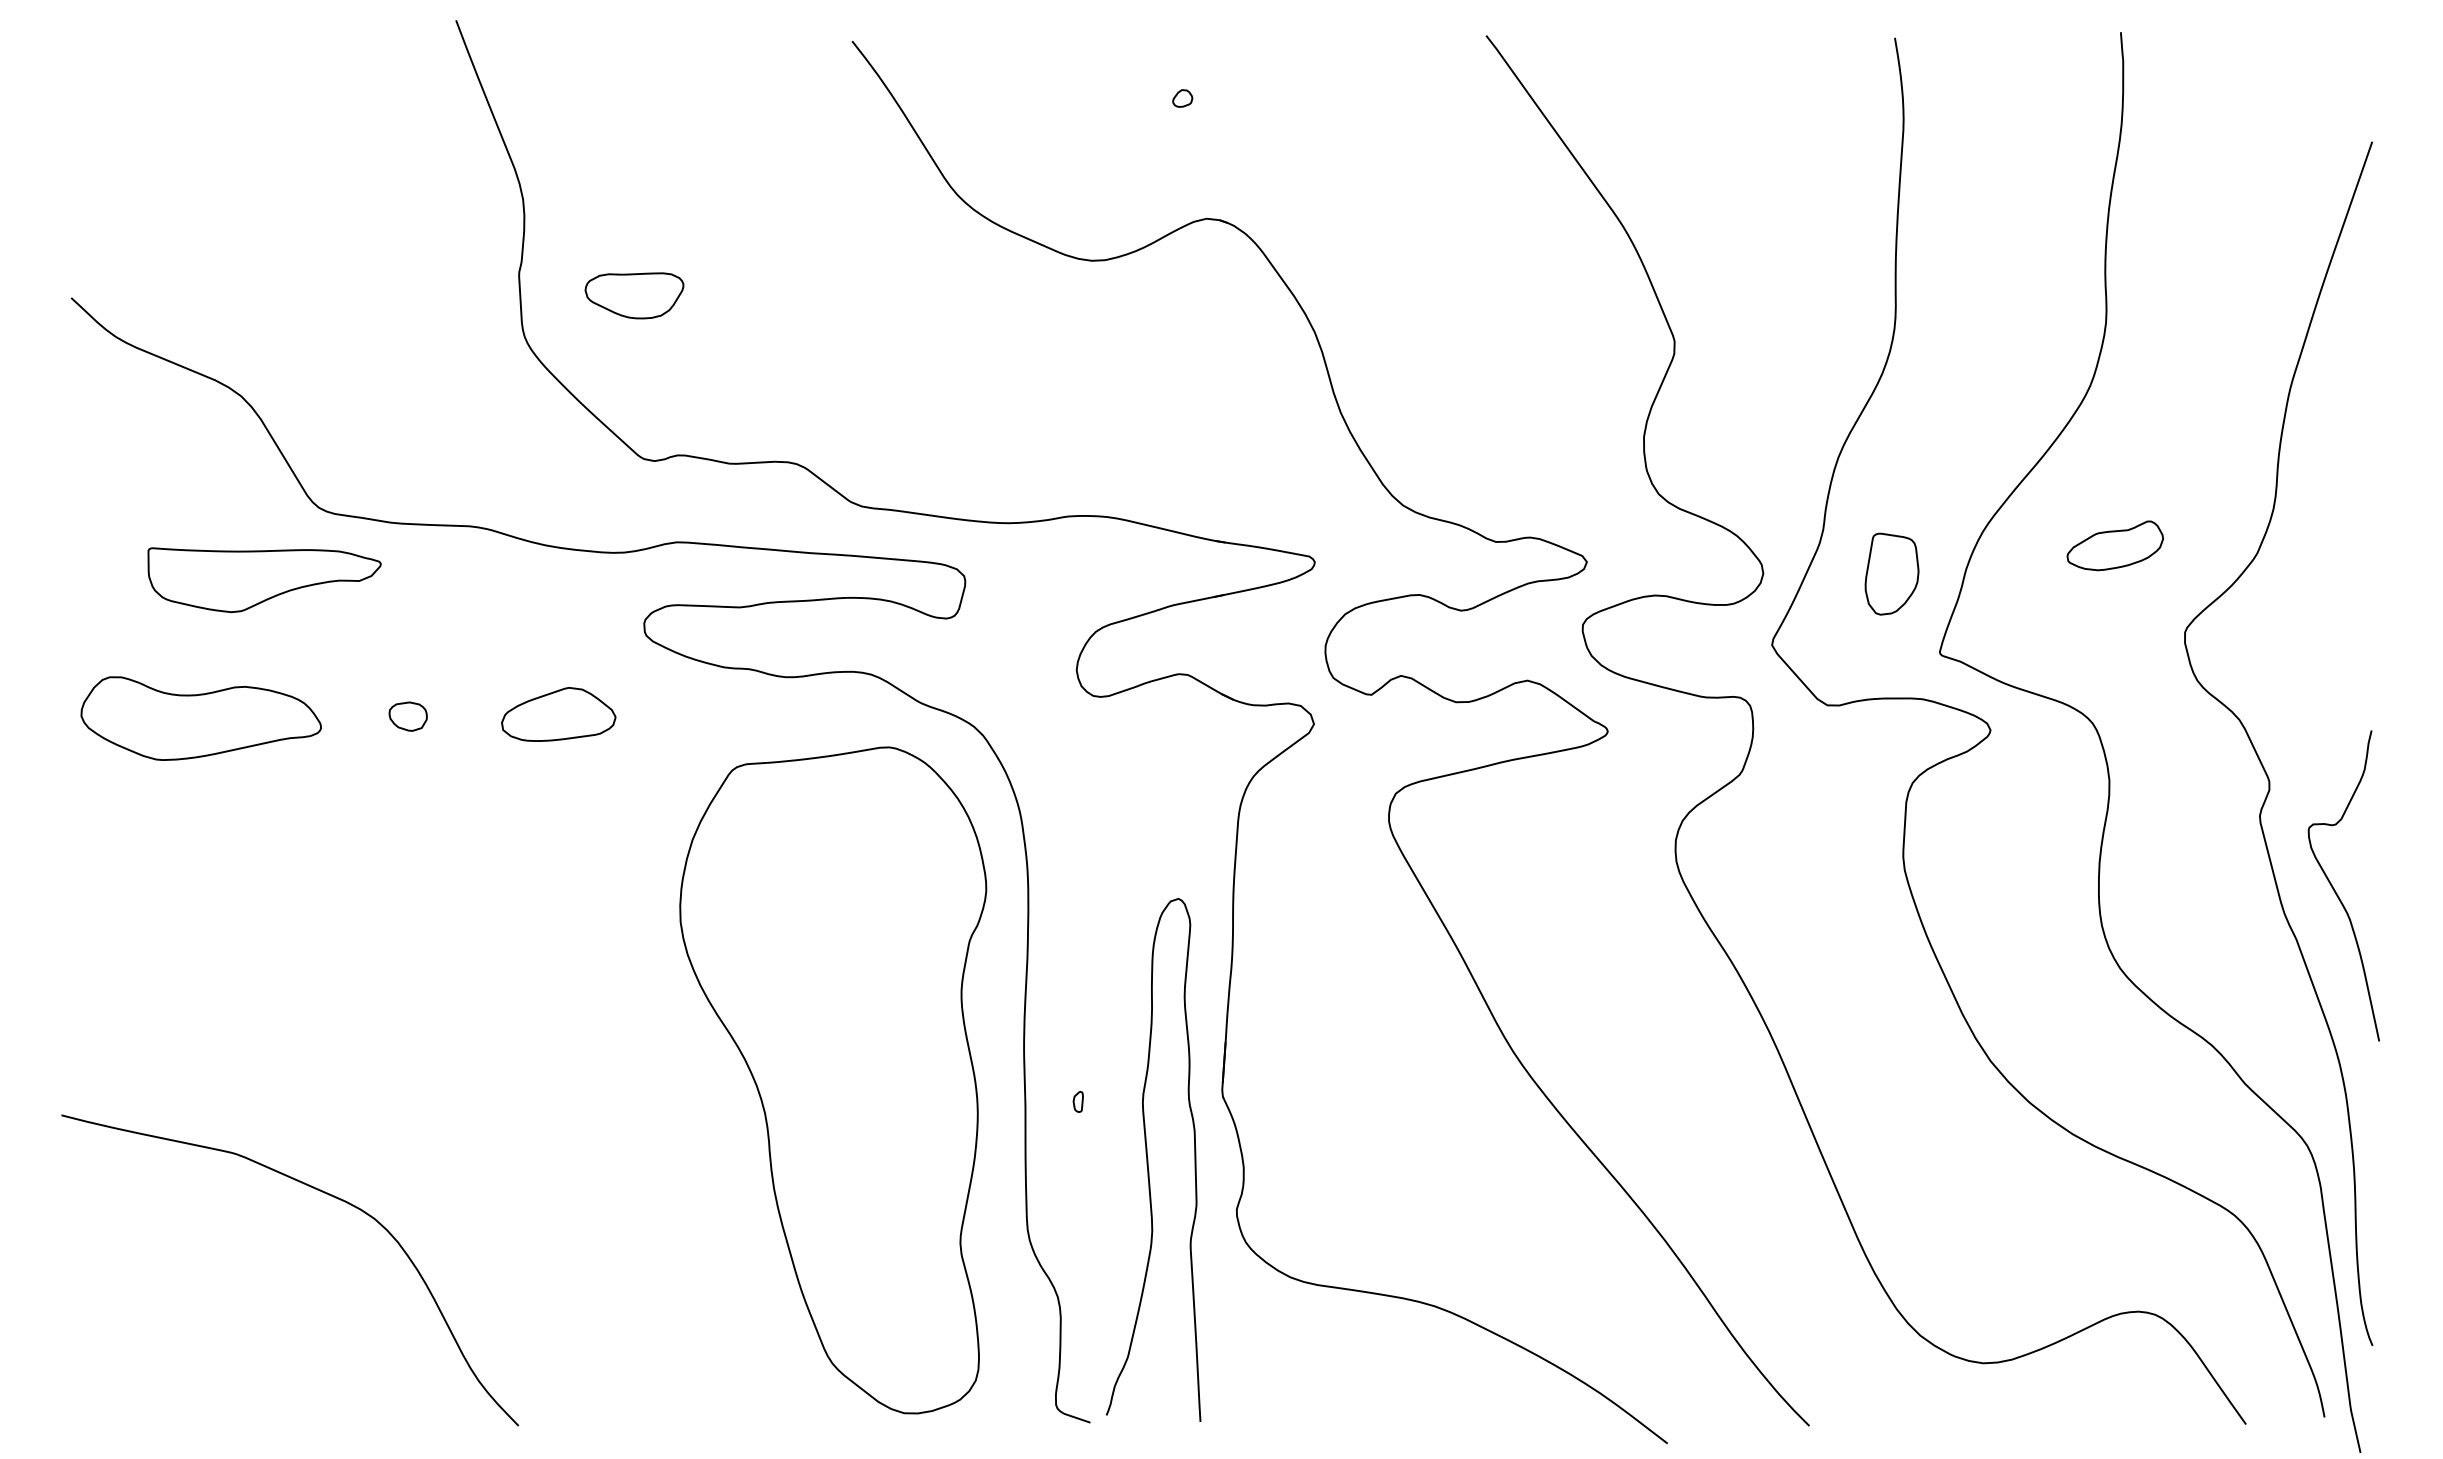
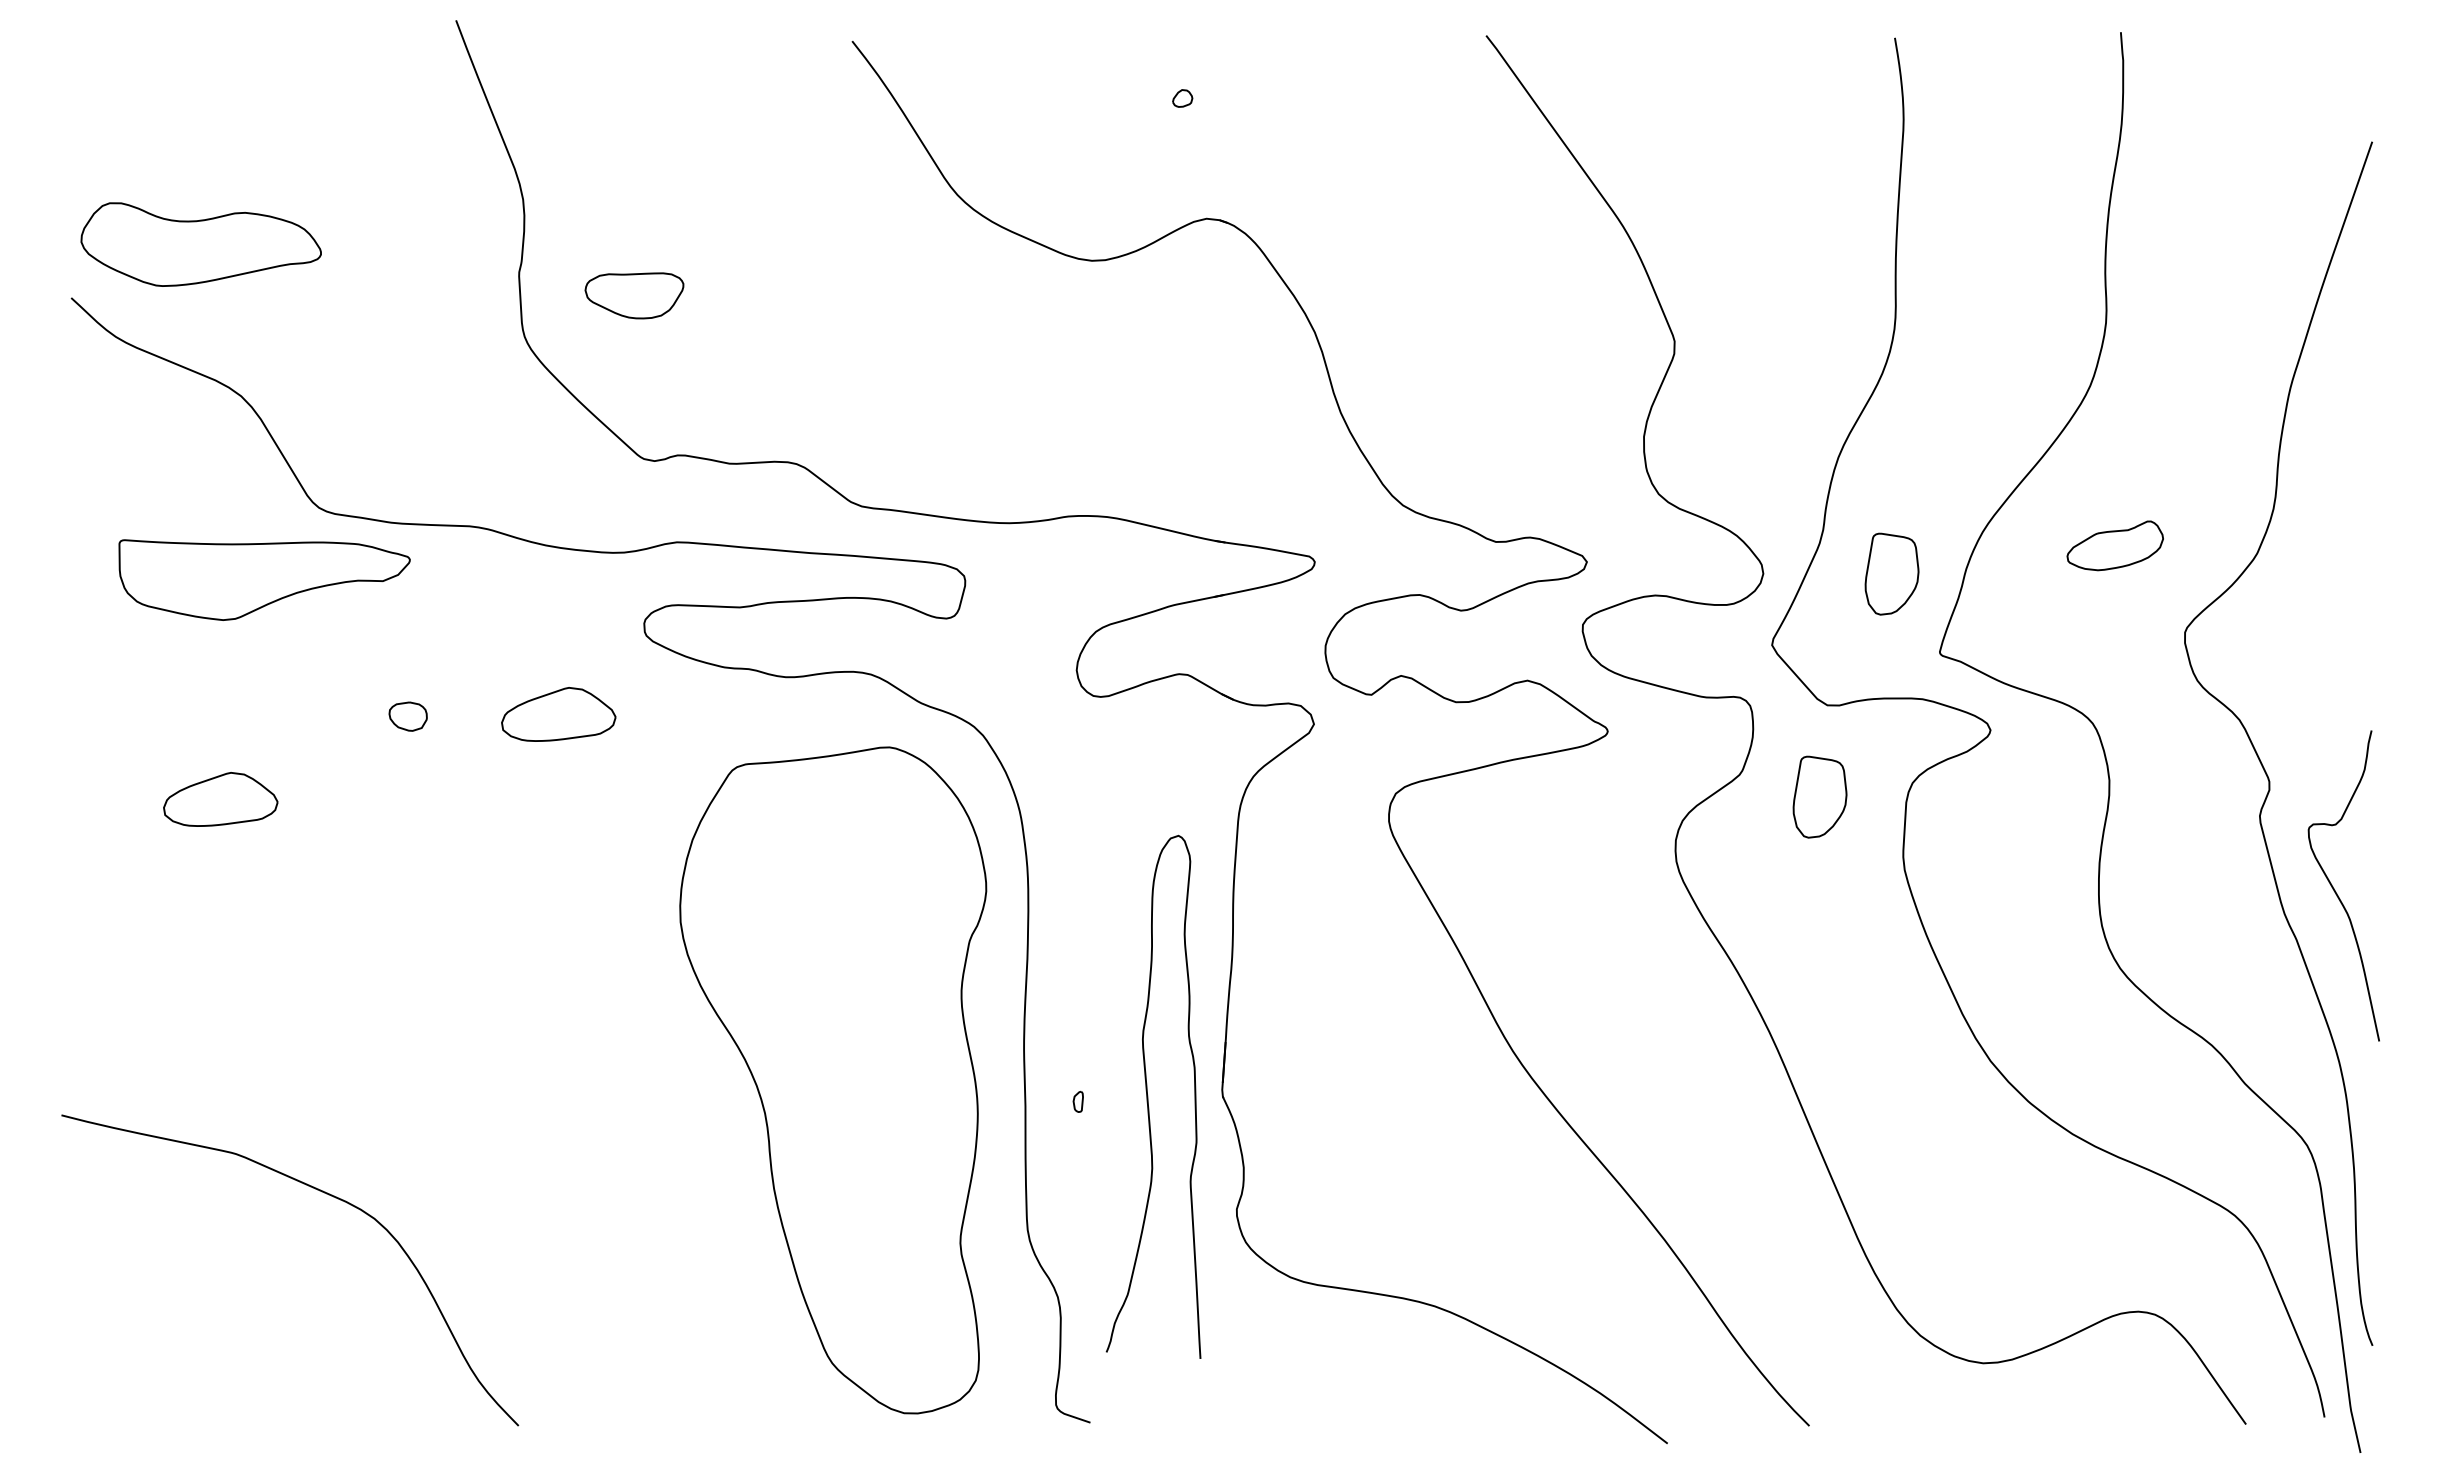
part at (264, 580) size: 235x67 px -> 293x82 px
part at (200, 718) position: (200, 718) -> (200, 244)
part at (1819, 796): none -> present
part at (220, 799): none -> present
curve at (1148, 1159) position: (1148, 1159) -> (1148, 1096)
